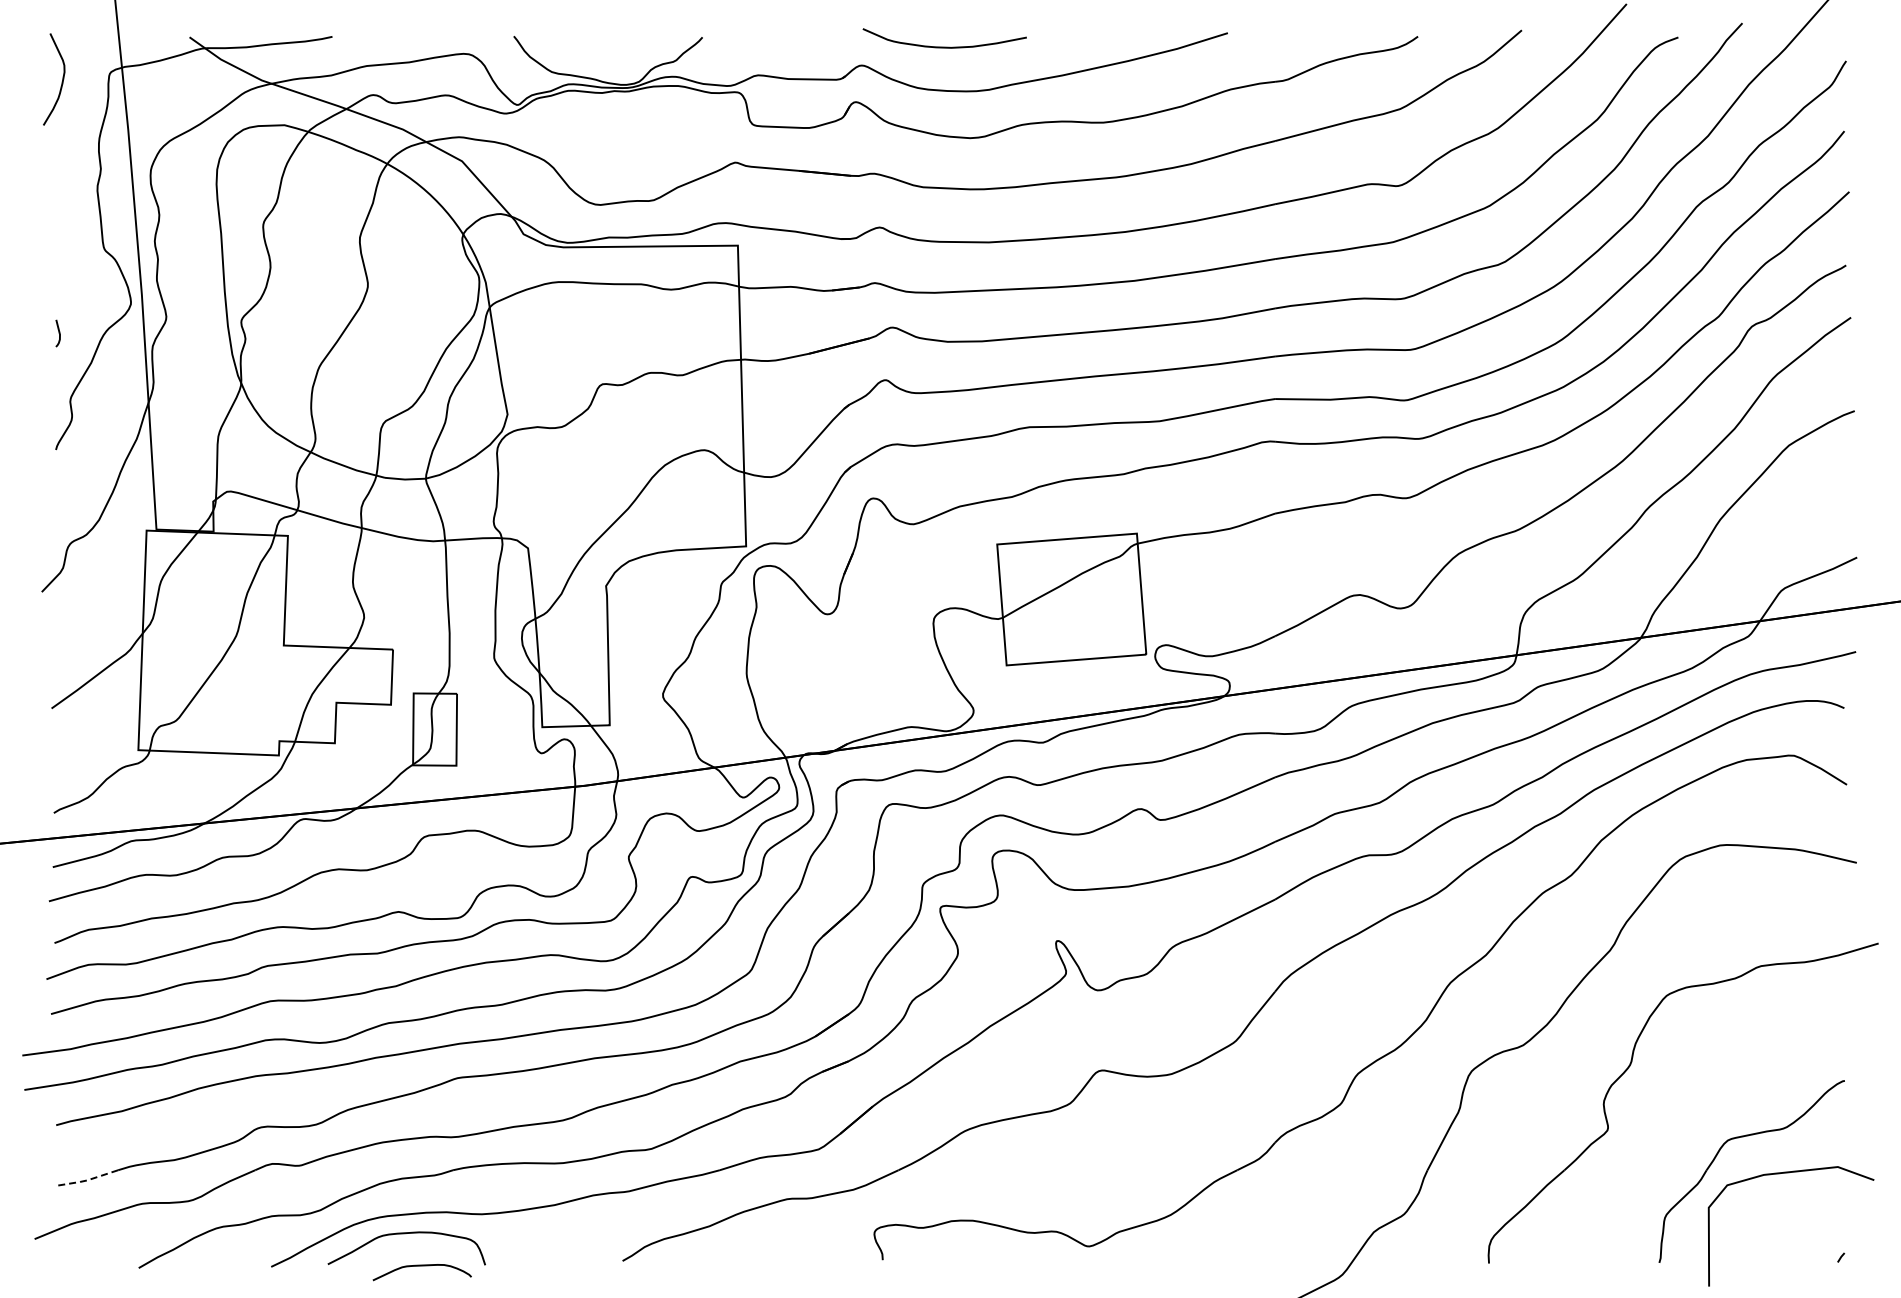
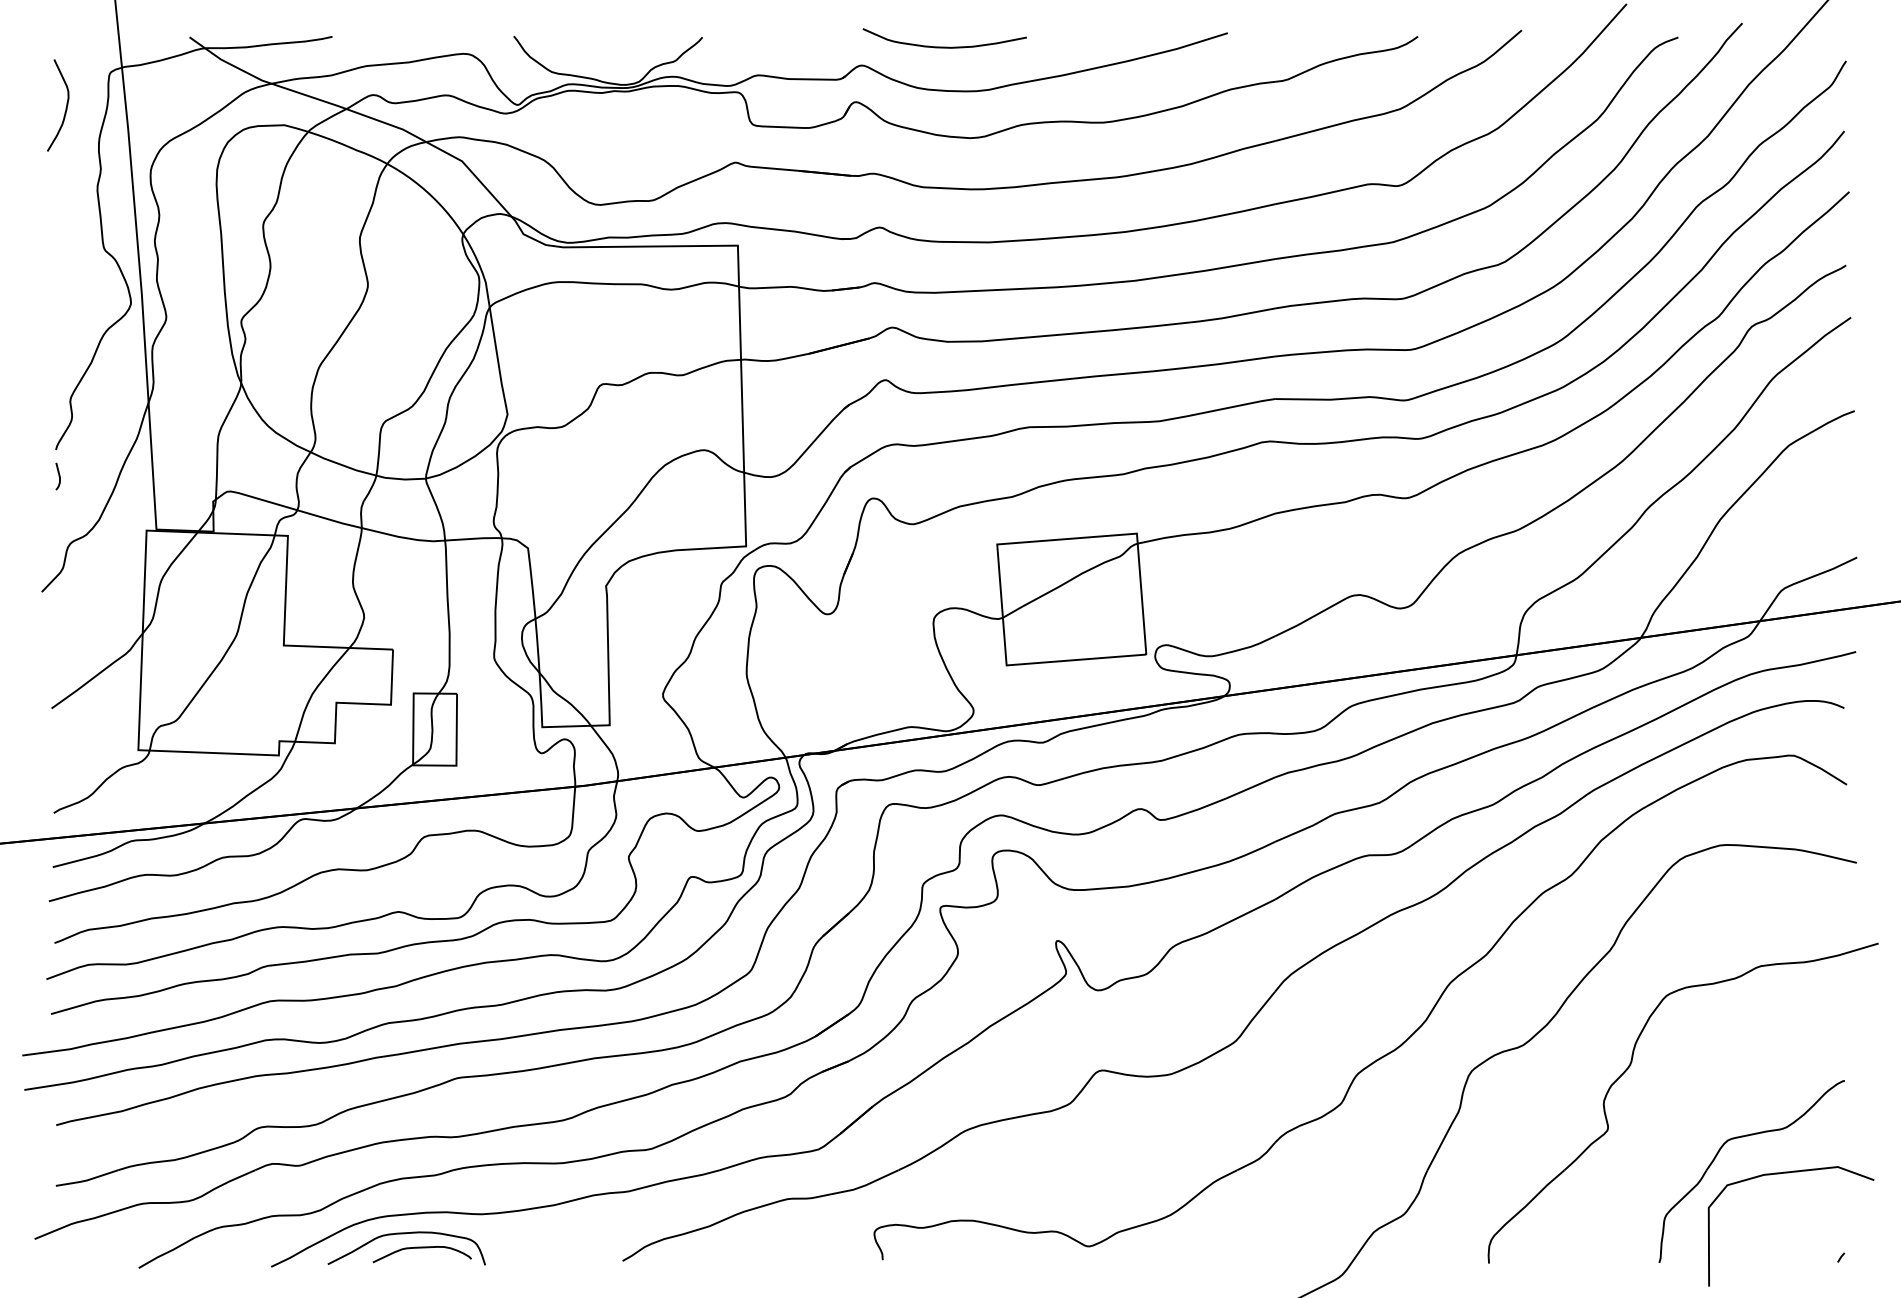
curve at (61, 81) position: (61, 81) -> (65, 107)
curve at (58, 333) position: (58, 333) -> (58, 476)
line at (87, 1180): dashed -> solid
curve at (421, 1266) position: (421, 1266) -> (421, 1248)
